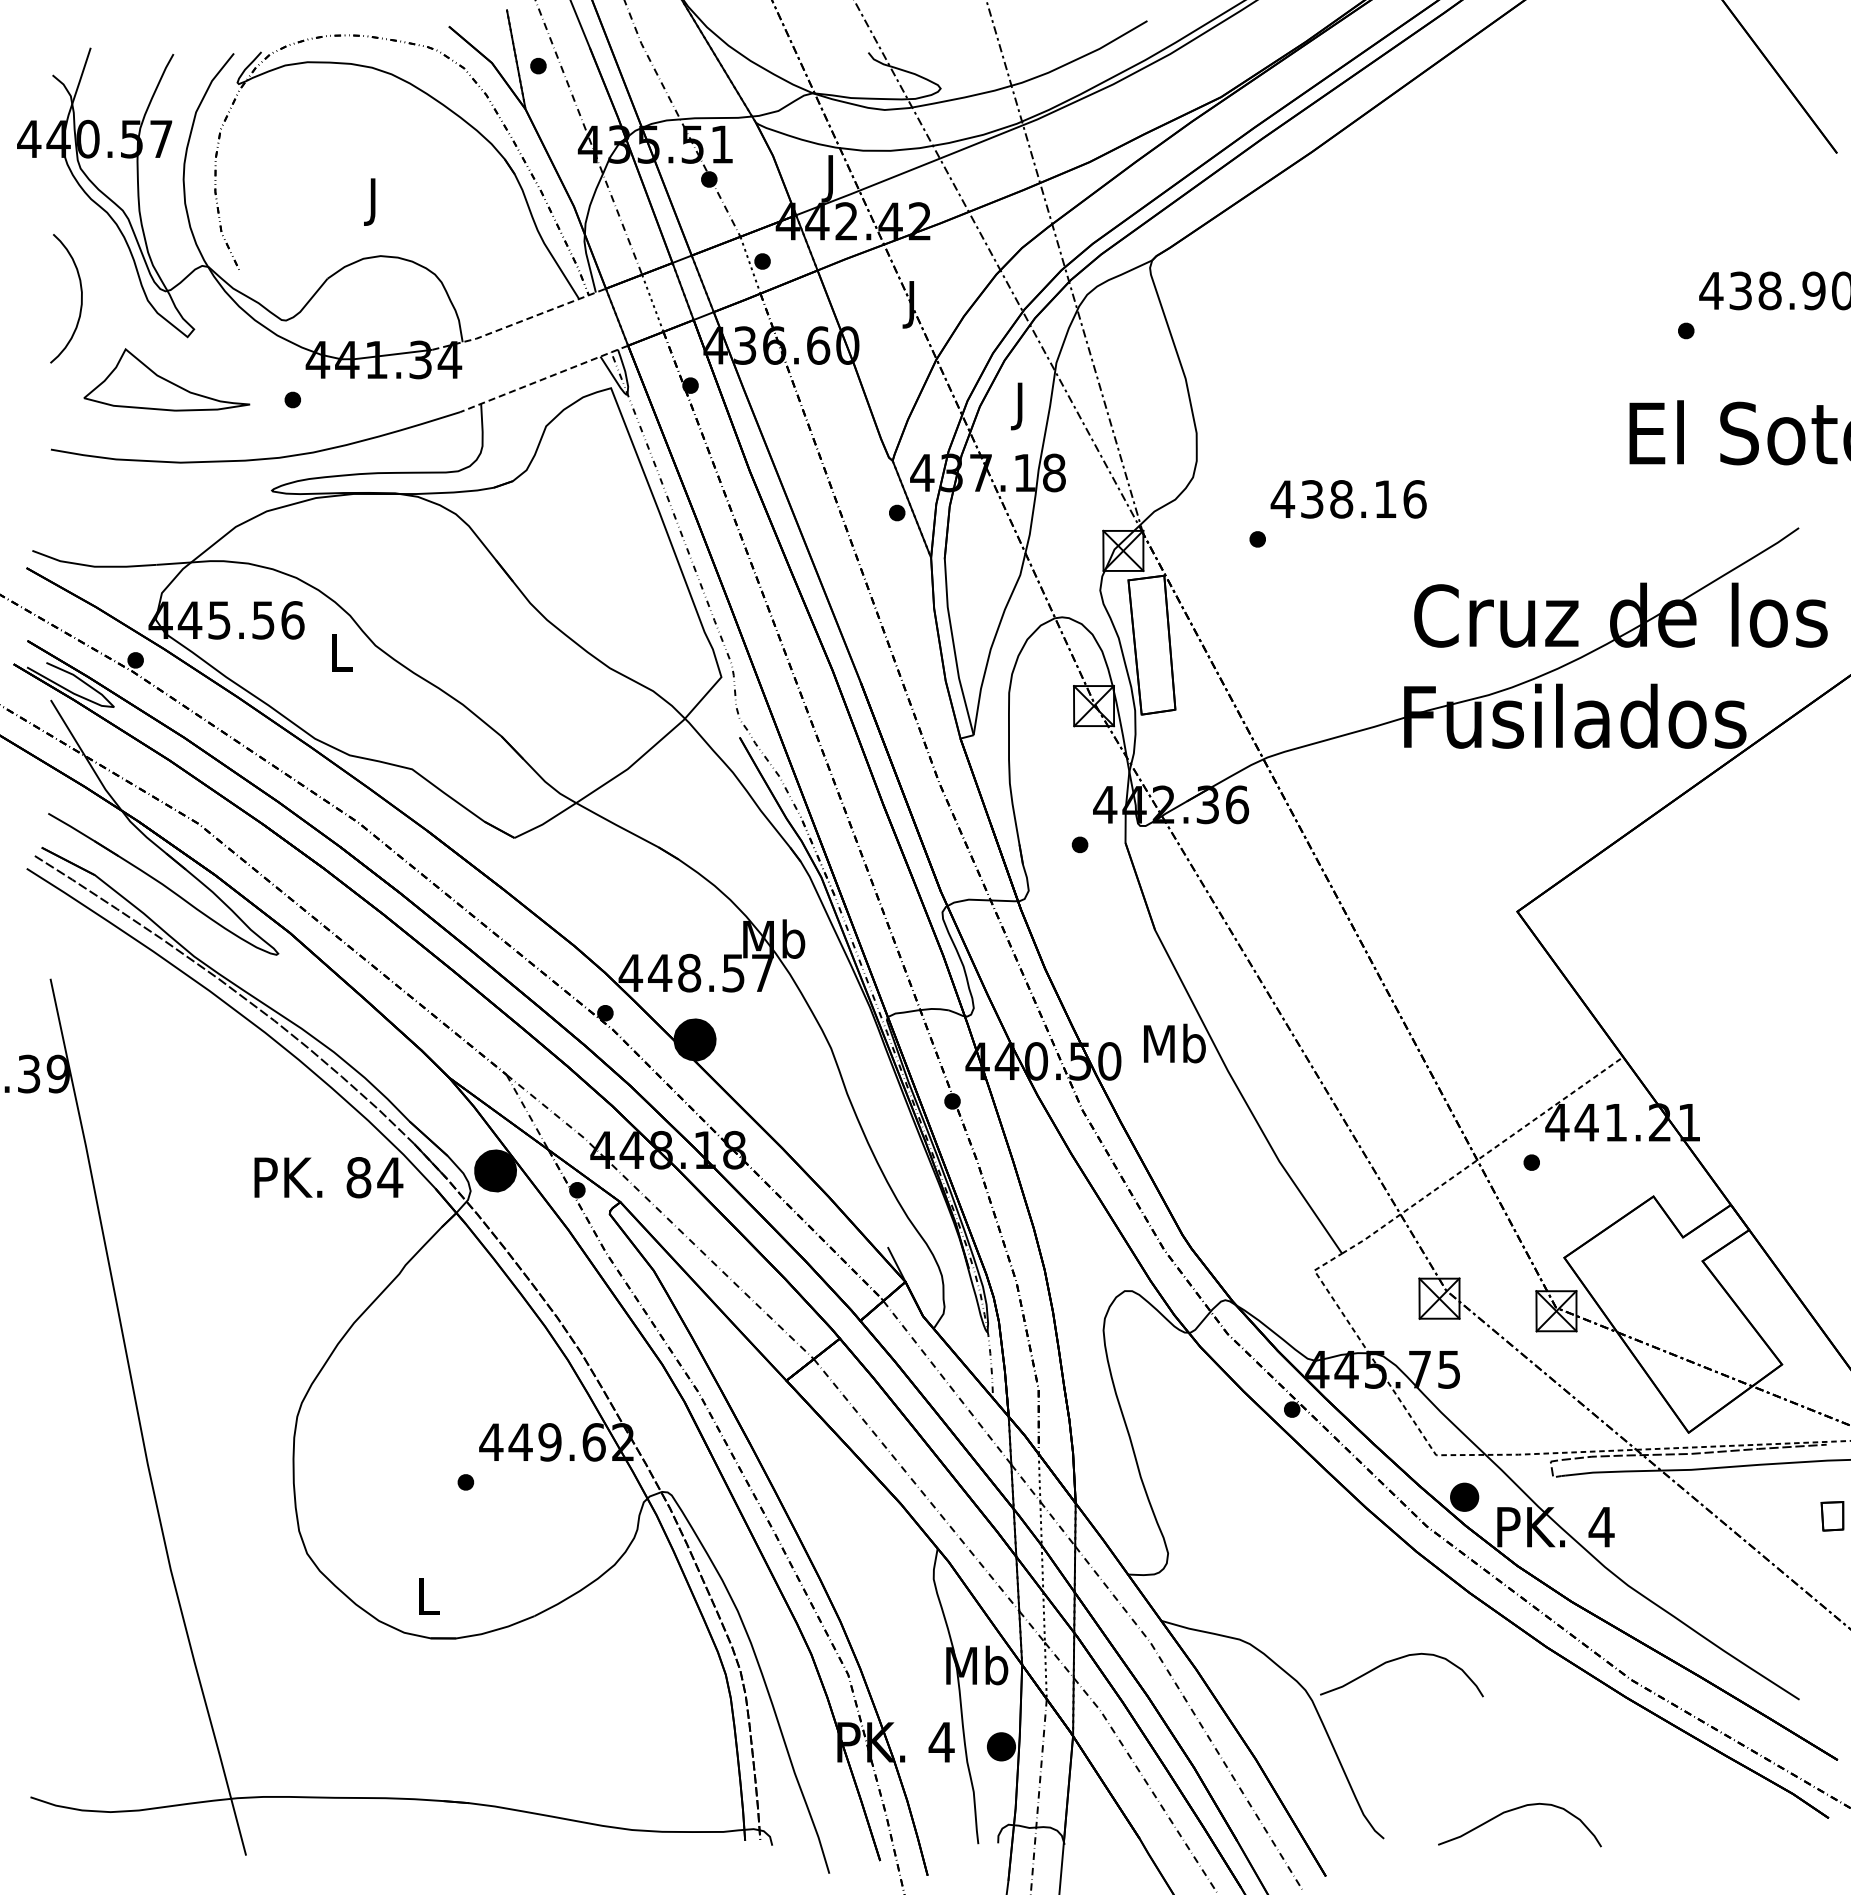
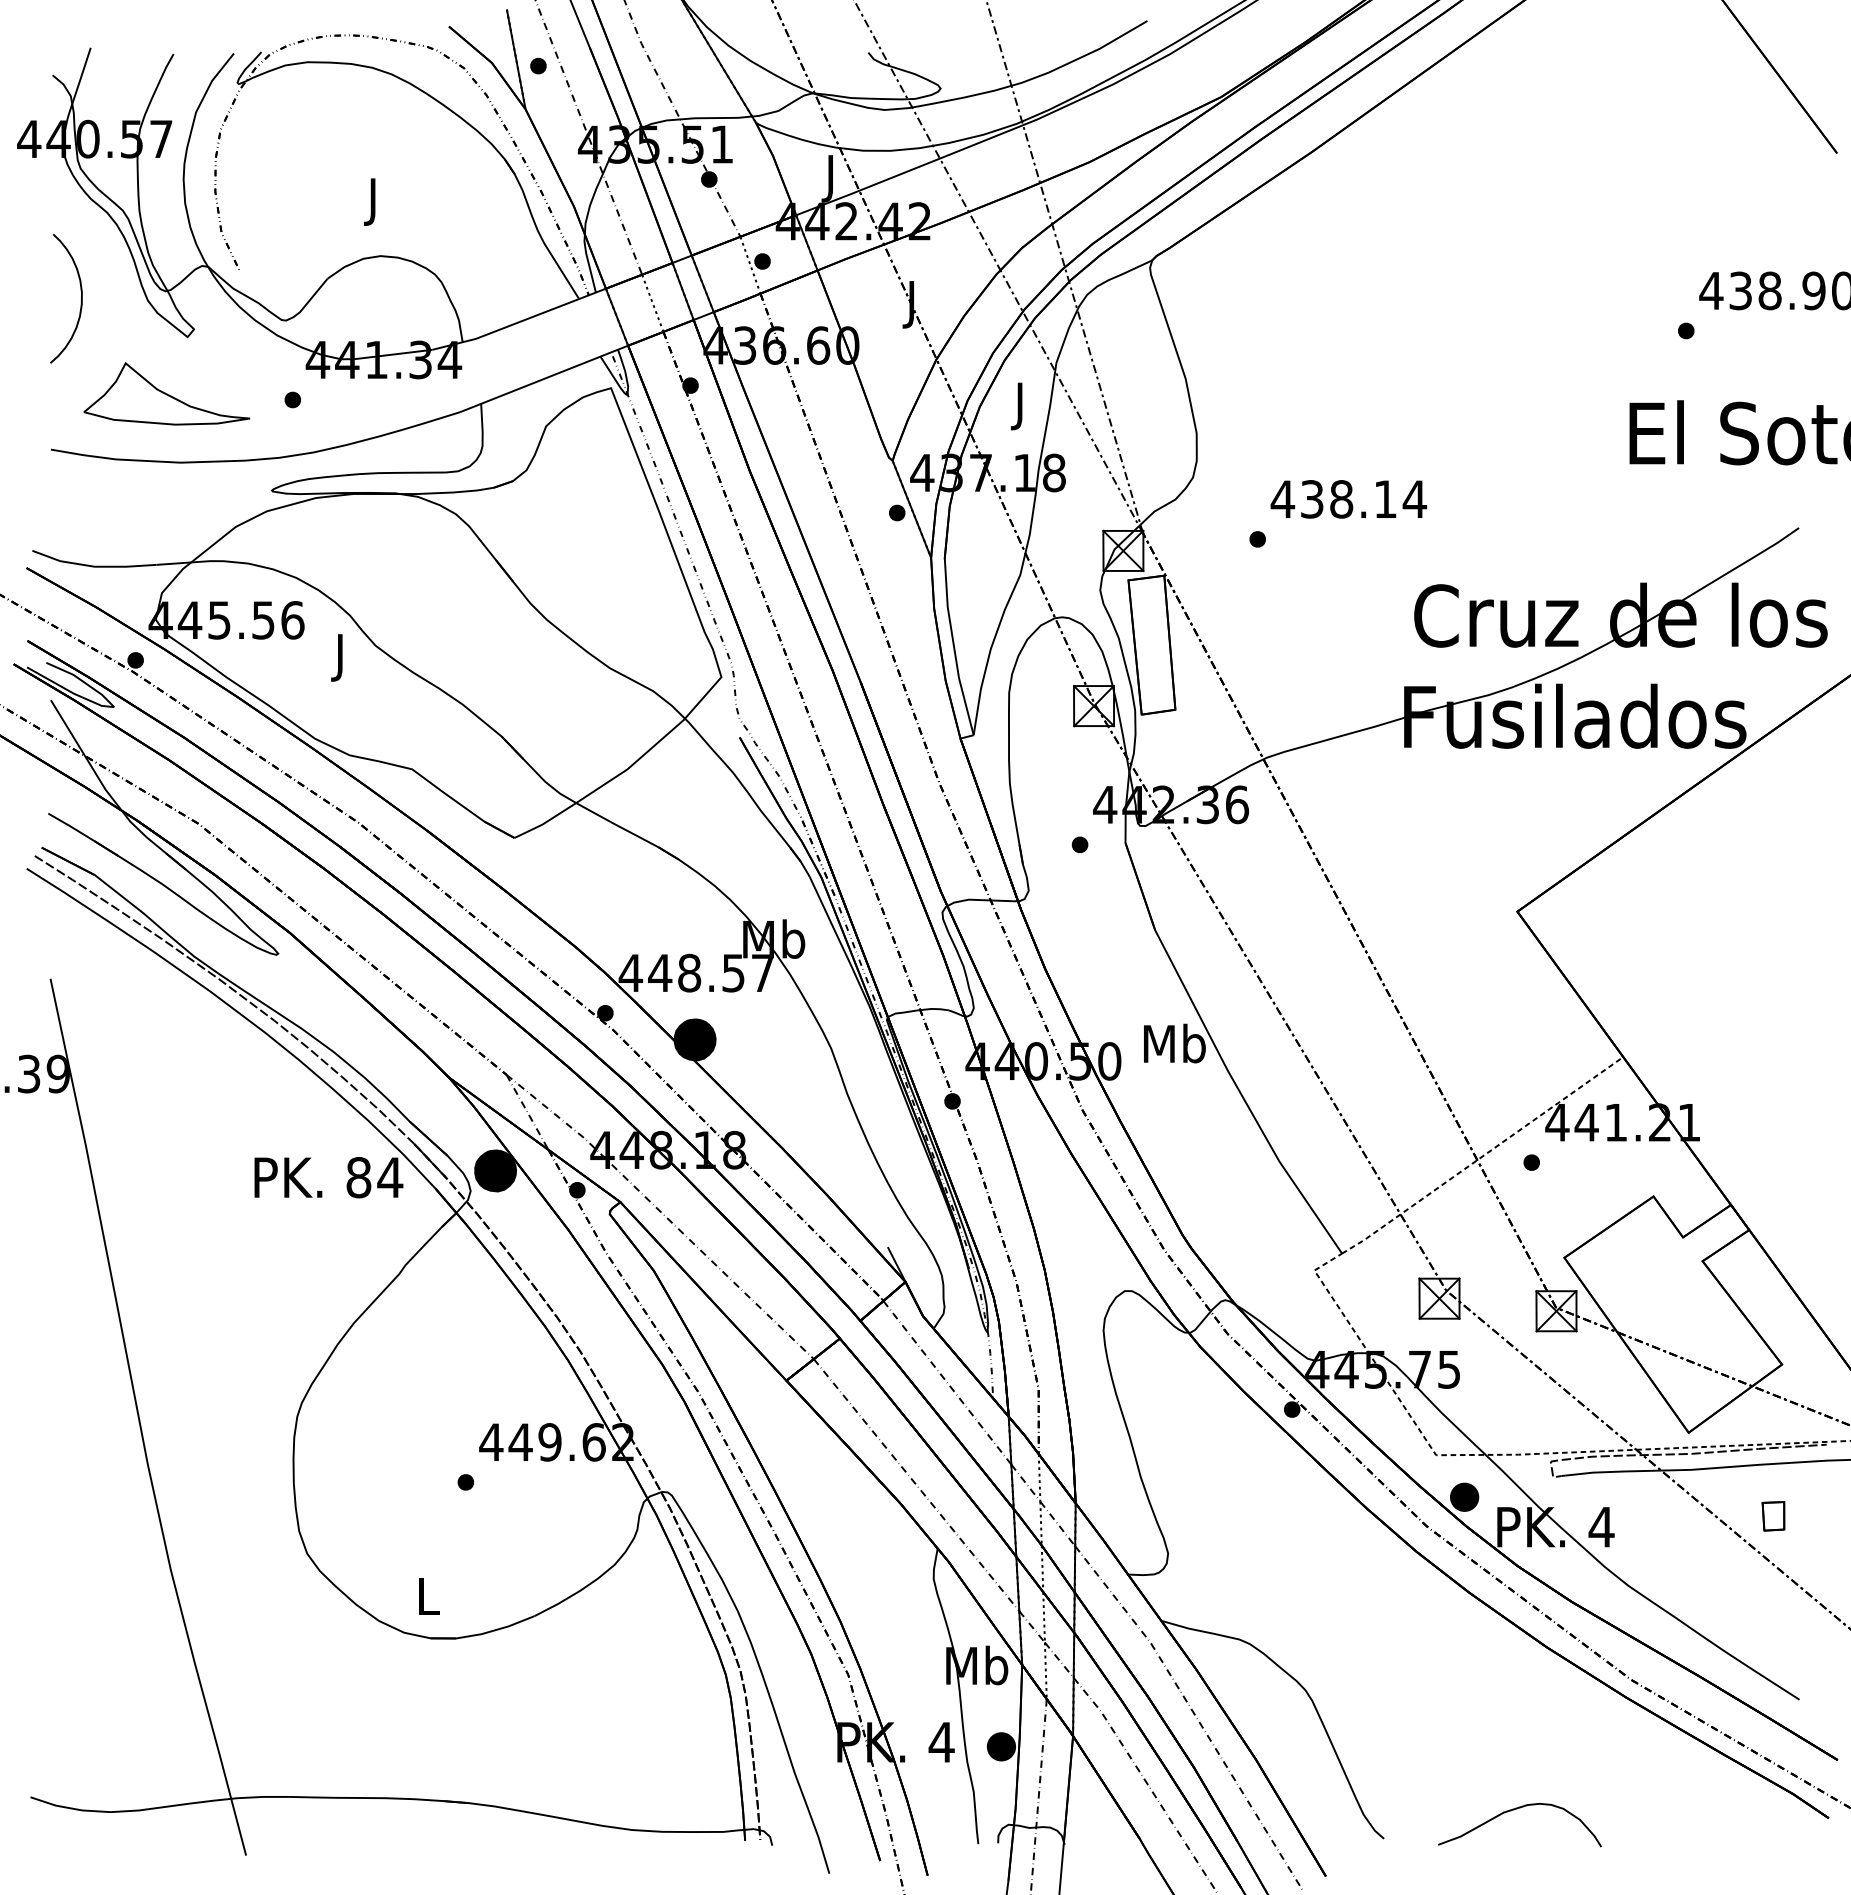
line at (519, 322): dashed -> solid
line at (544, 378): dashed -> solid
part at (166, 379) position: (166, 379) -> (166, 393)
text at (1414, 499): 438.16 -> 438.14
text at (341, 657): L -> J
part at (1832, 1516) position: (1832, 1516) -> (1773, 1516)
curve at (1396, 1660): present -> none
